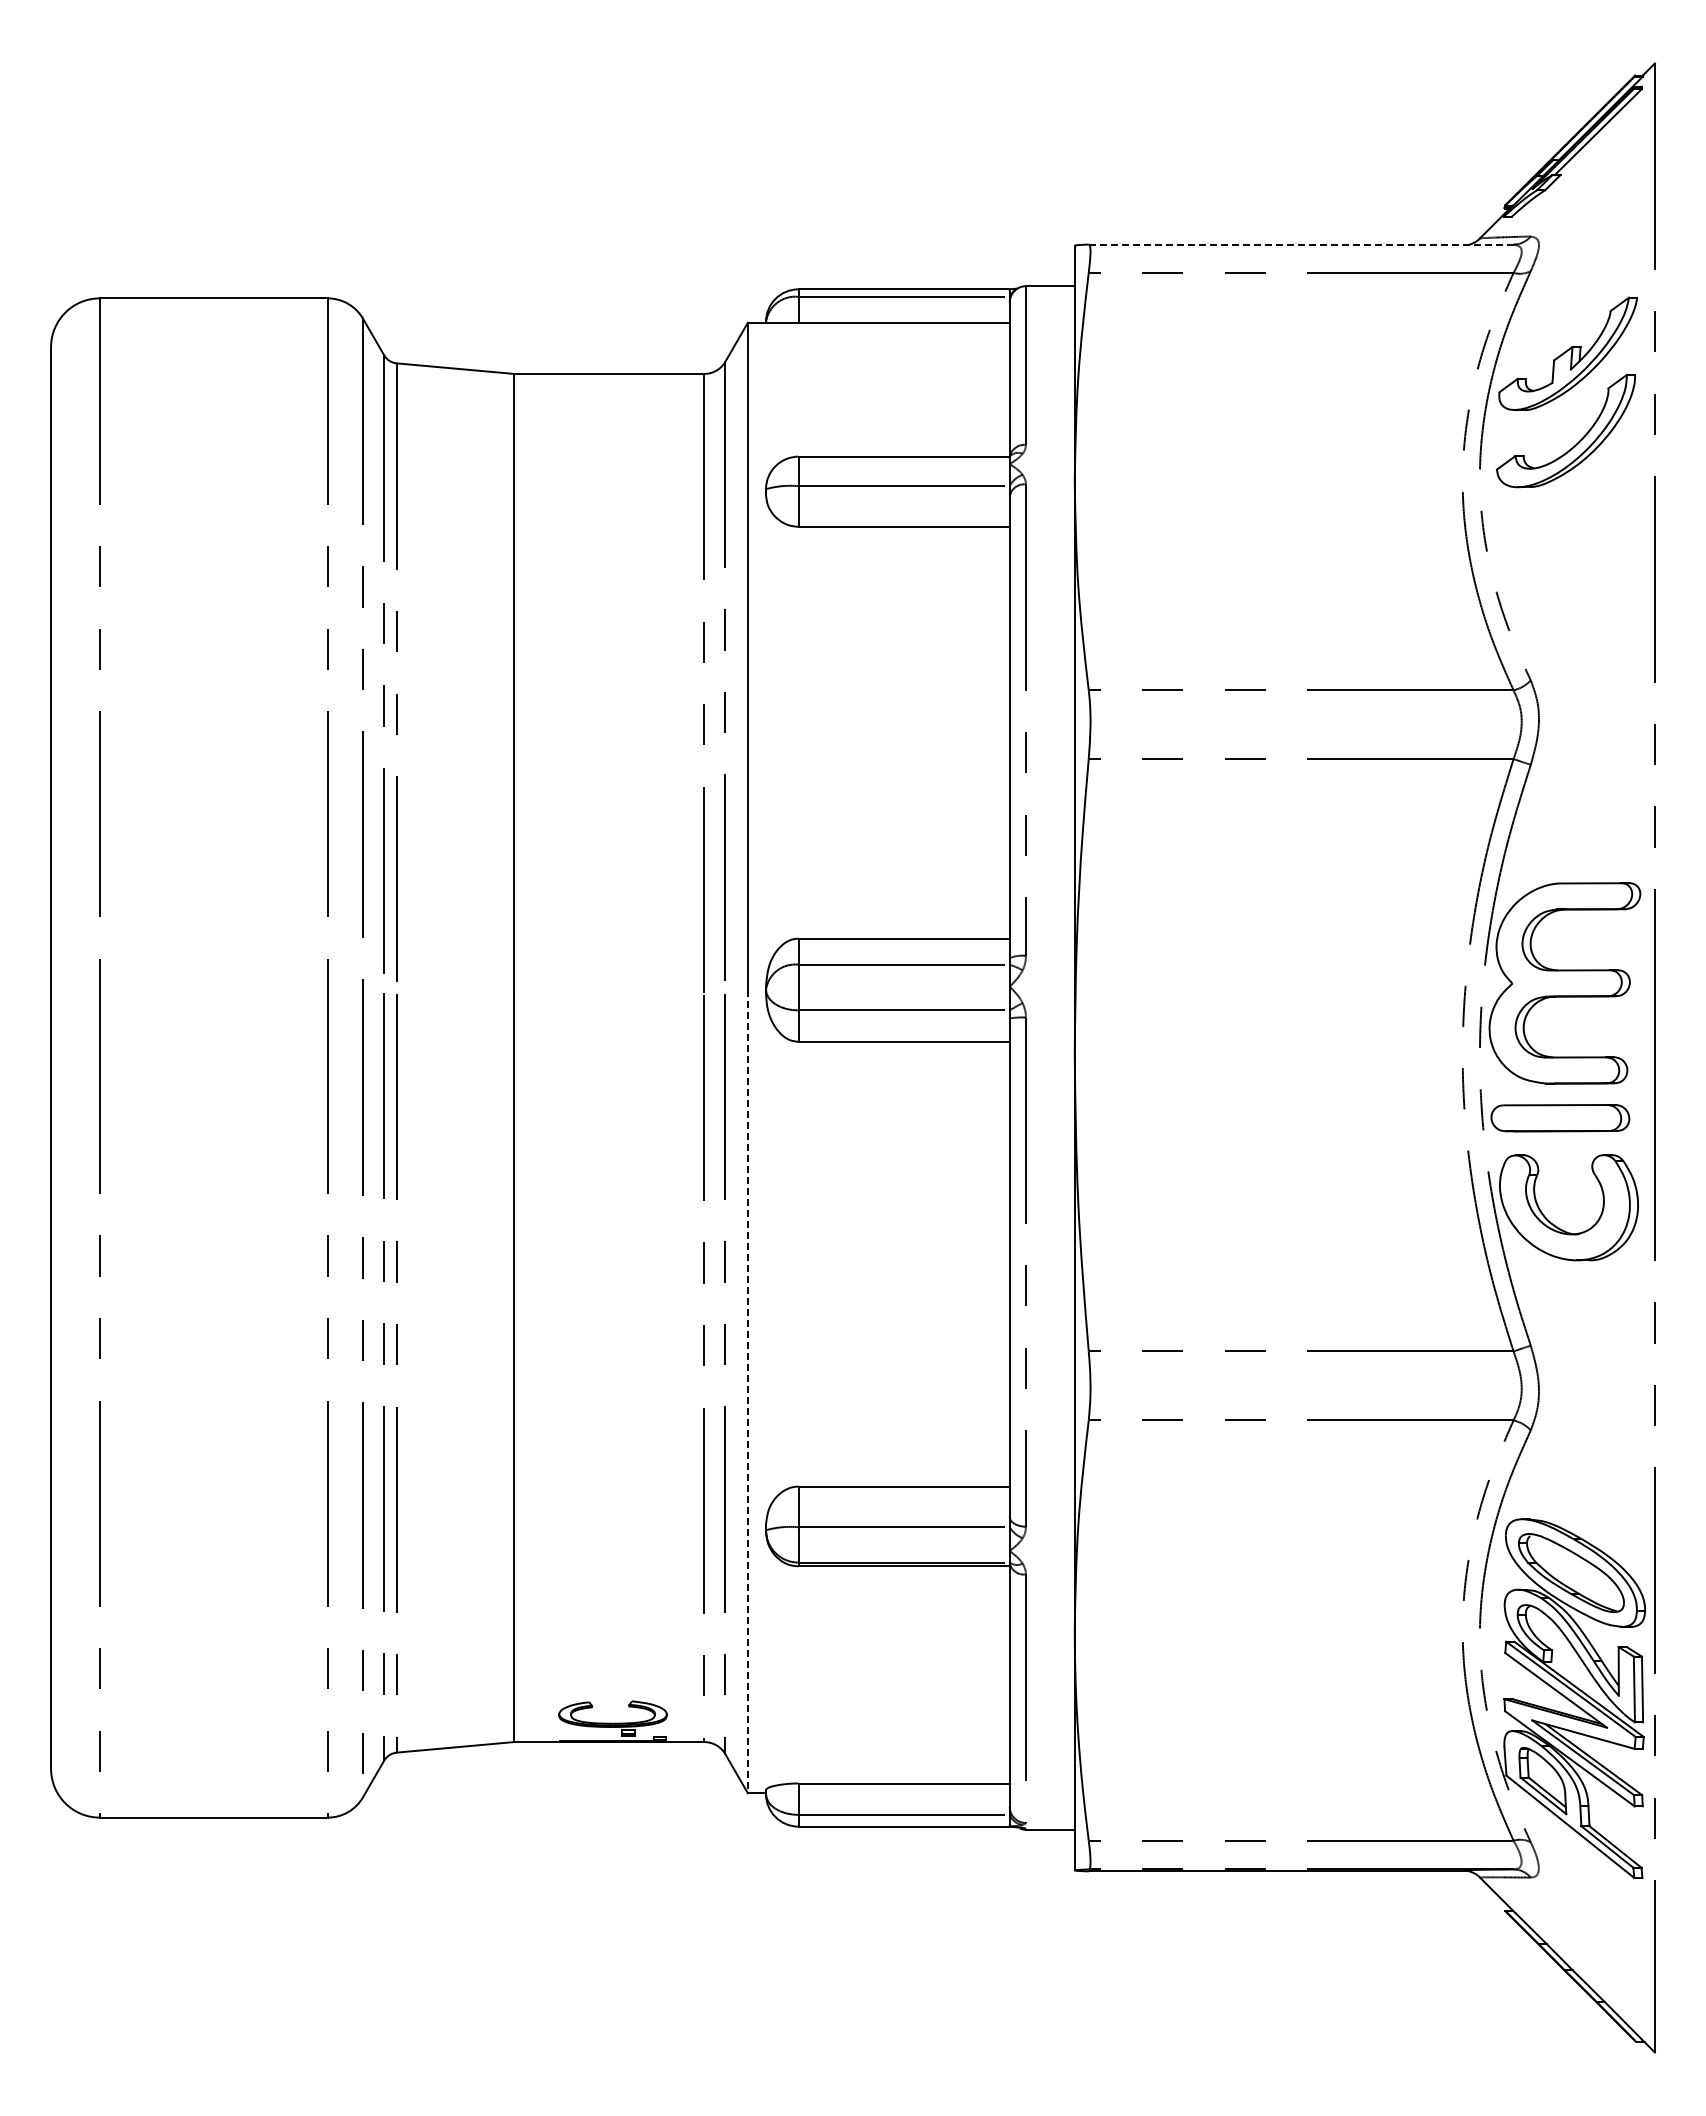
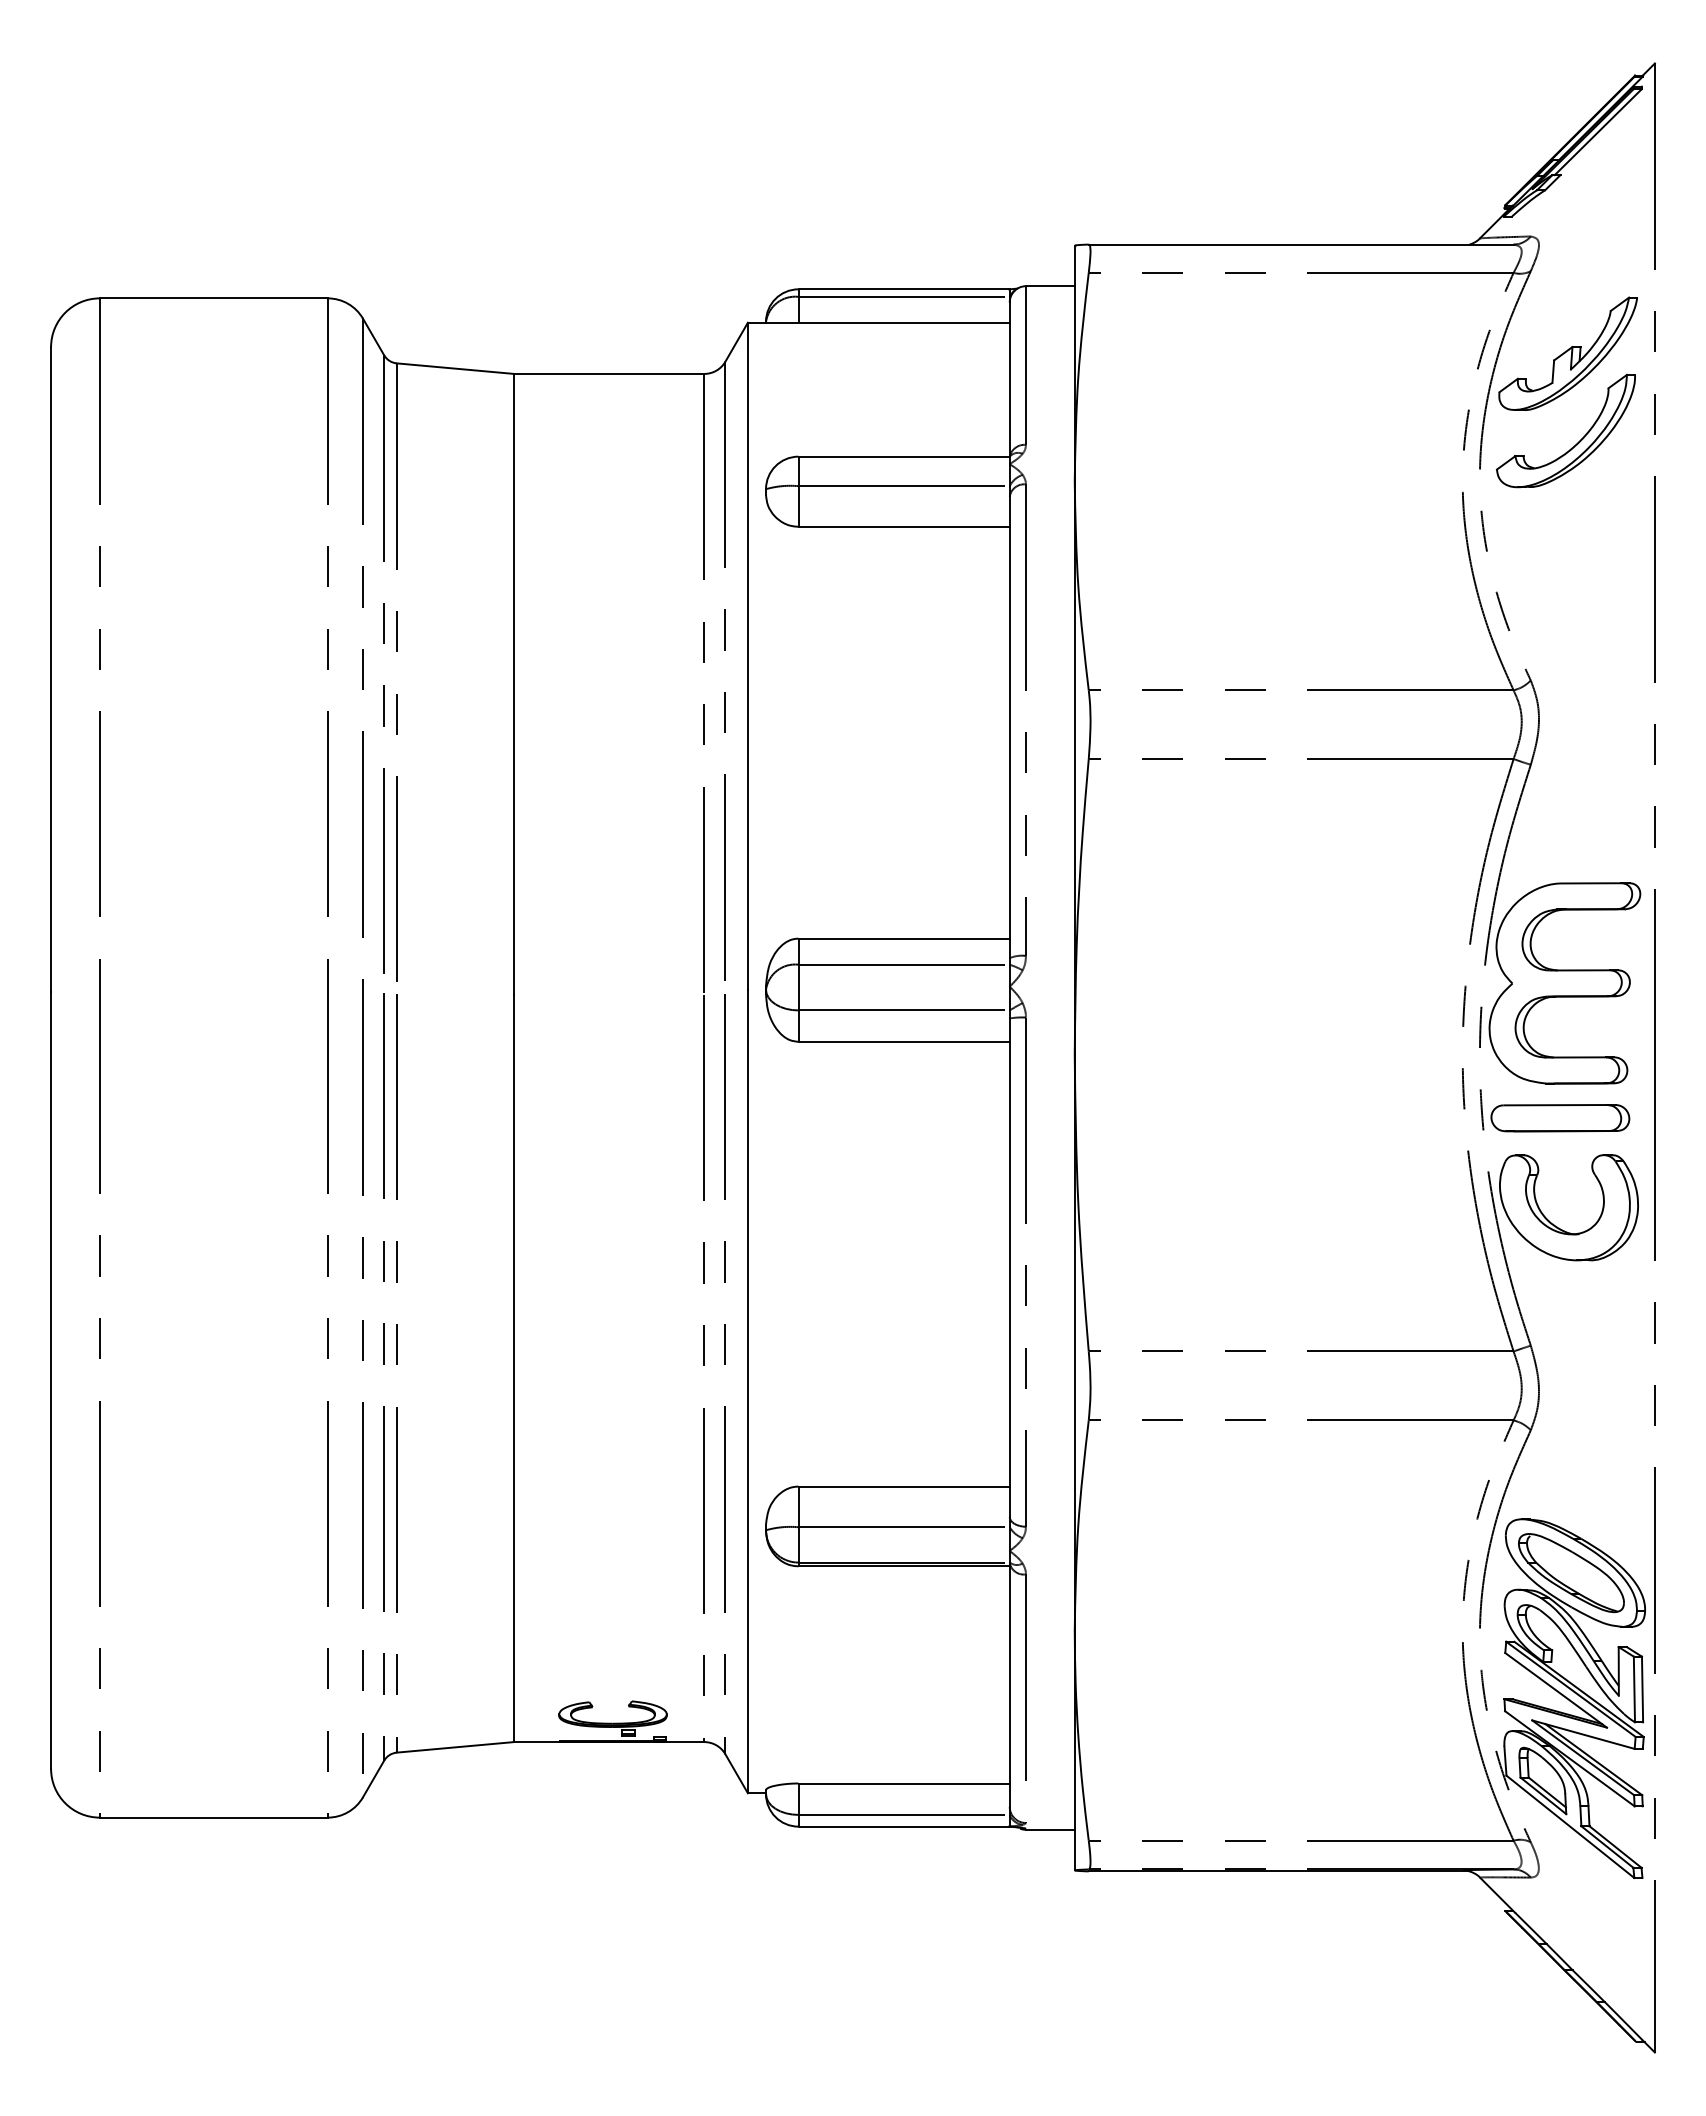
line at (1300, 244): dashed -> solid
line at (747, 1391): dashed -> solid
